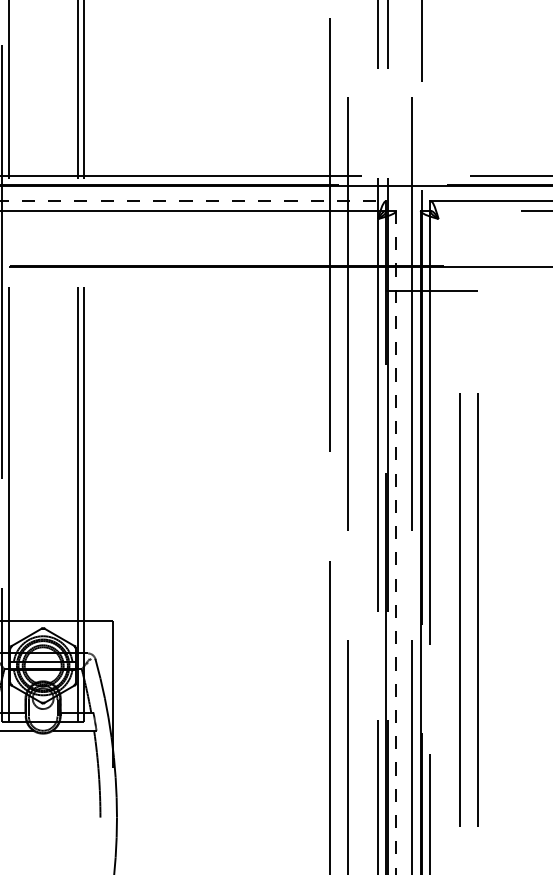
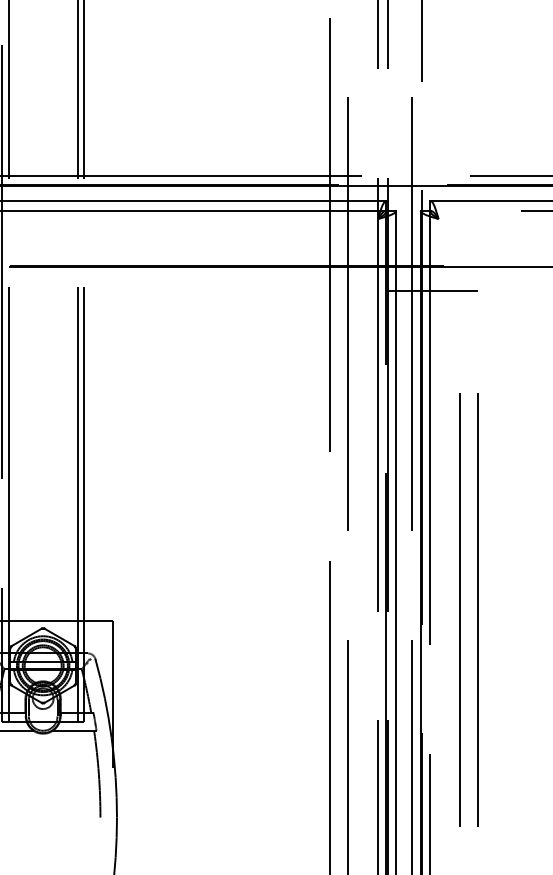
line at (193, 201): dashed -> solid
line at (396, 542): dashed -> solid
